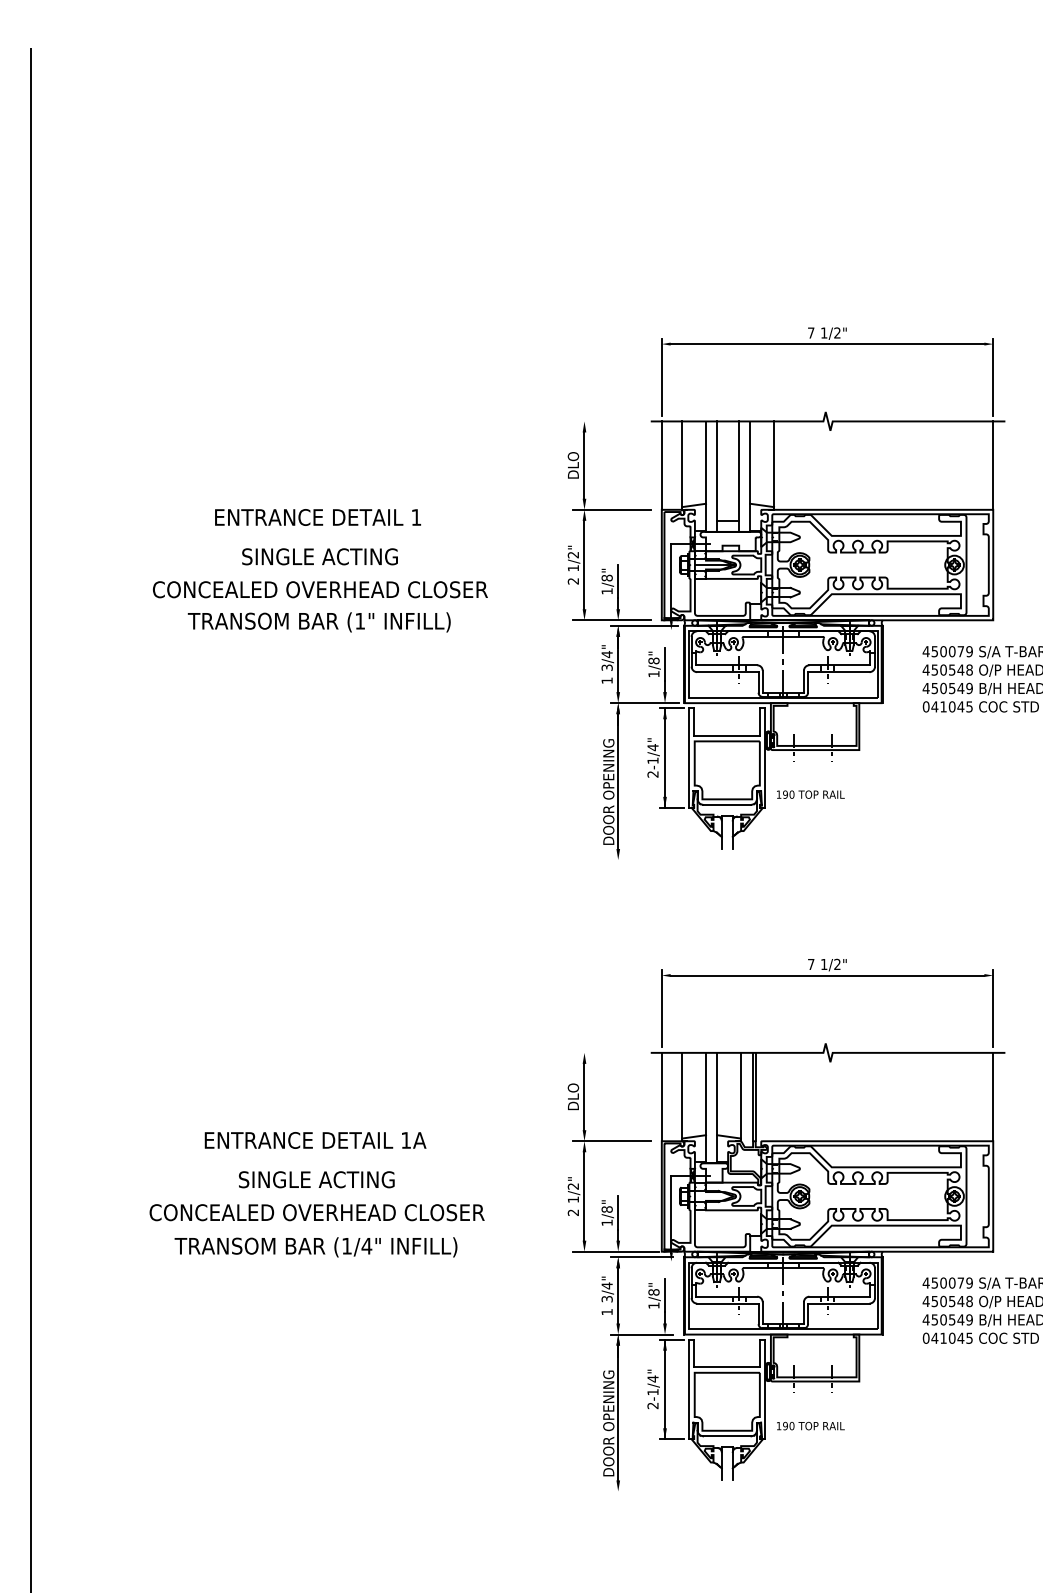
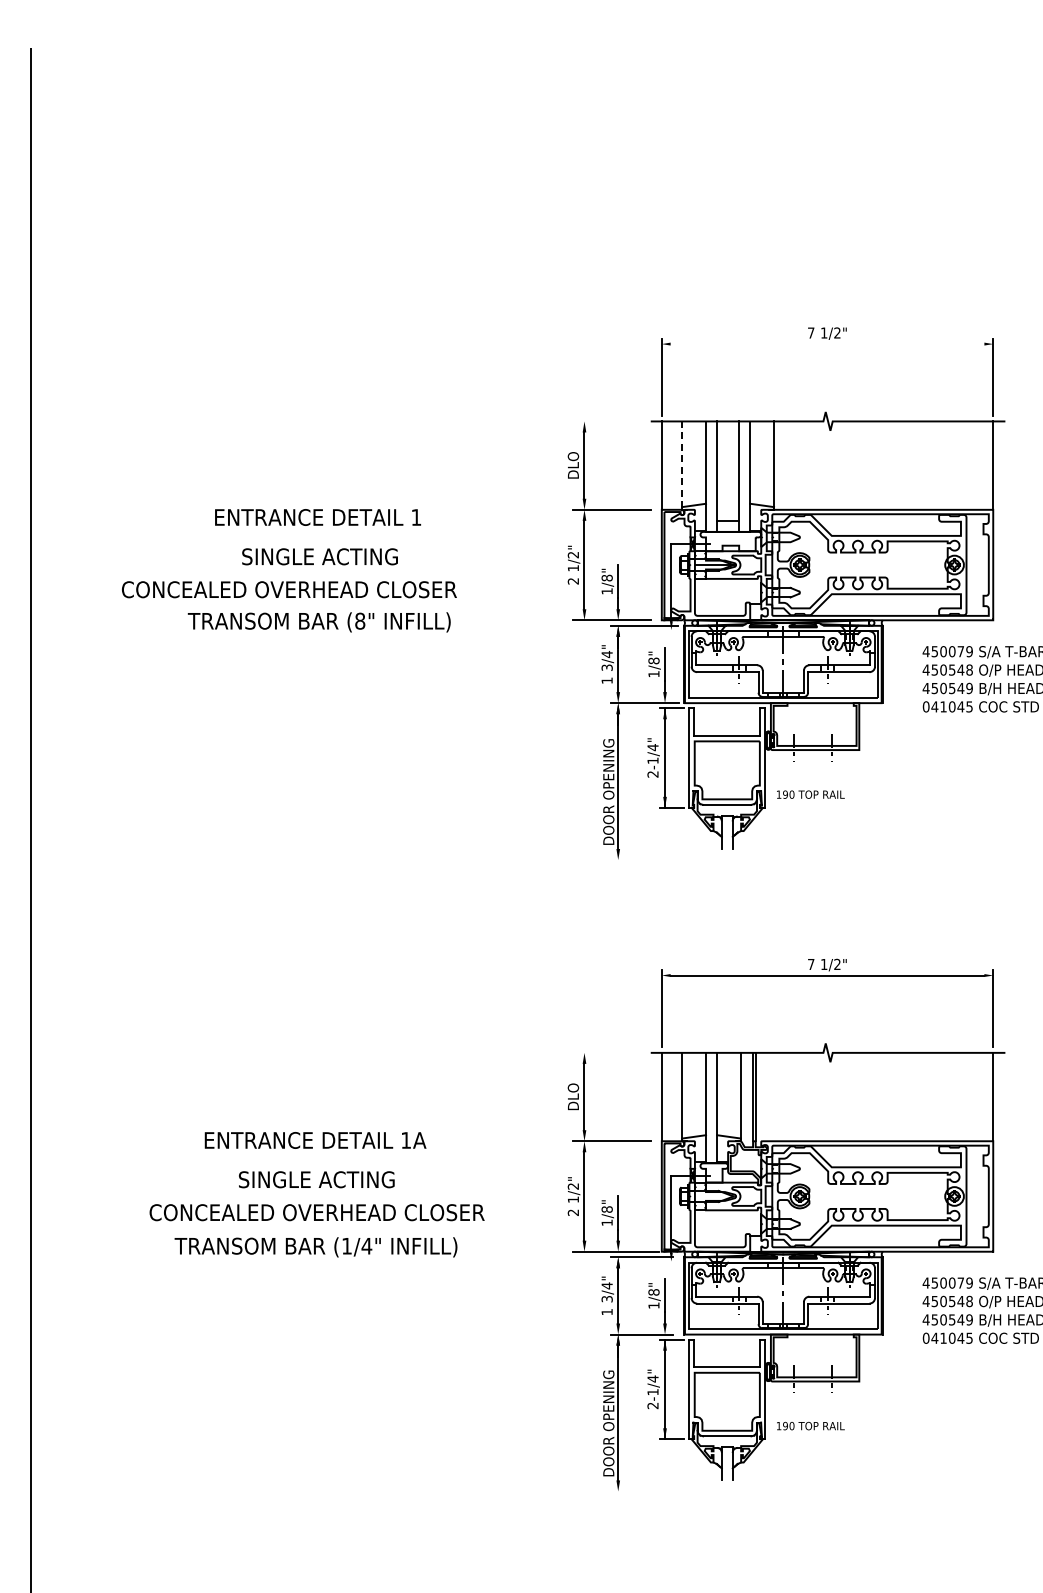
line at (827, 344): present -> none
line at (682, 464): solid -> dashed
text at (320, 589) position: (320, 589) -> (289, 589)
text at (360, 620): (1" -> (8"
